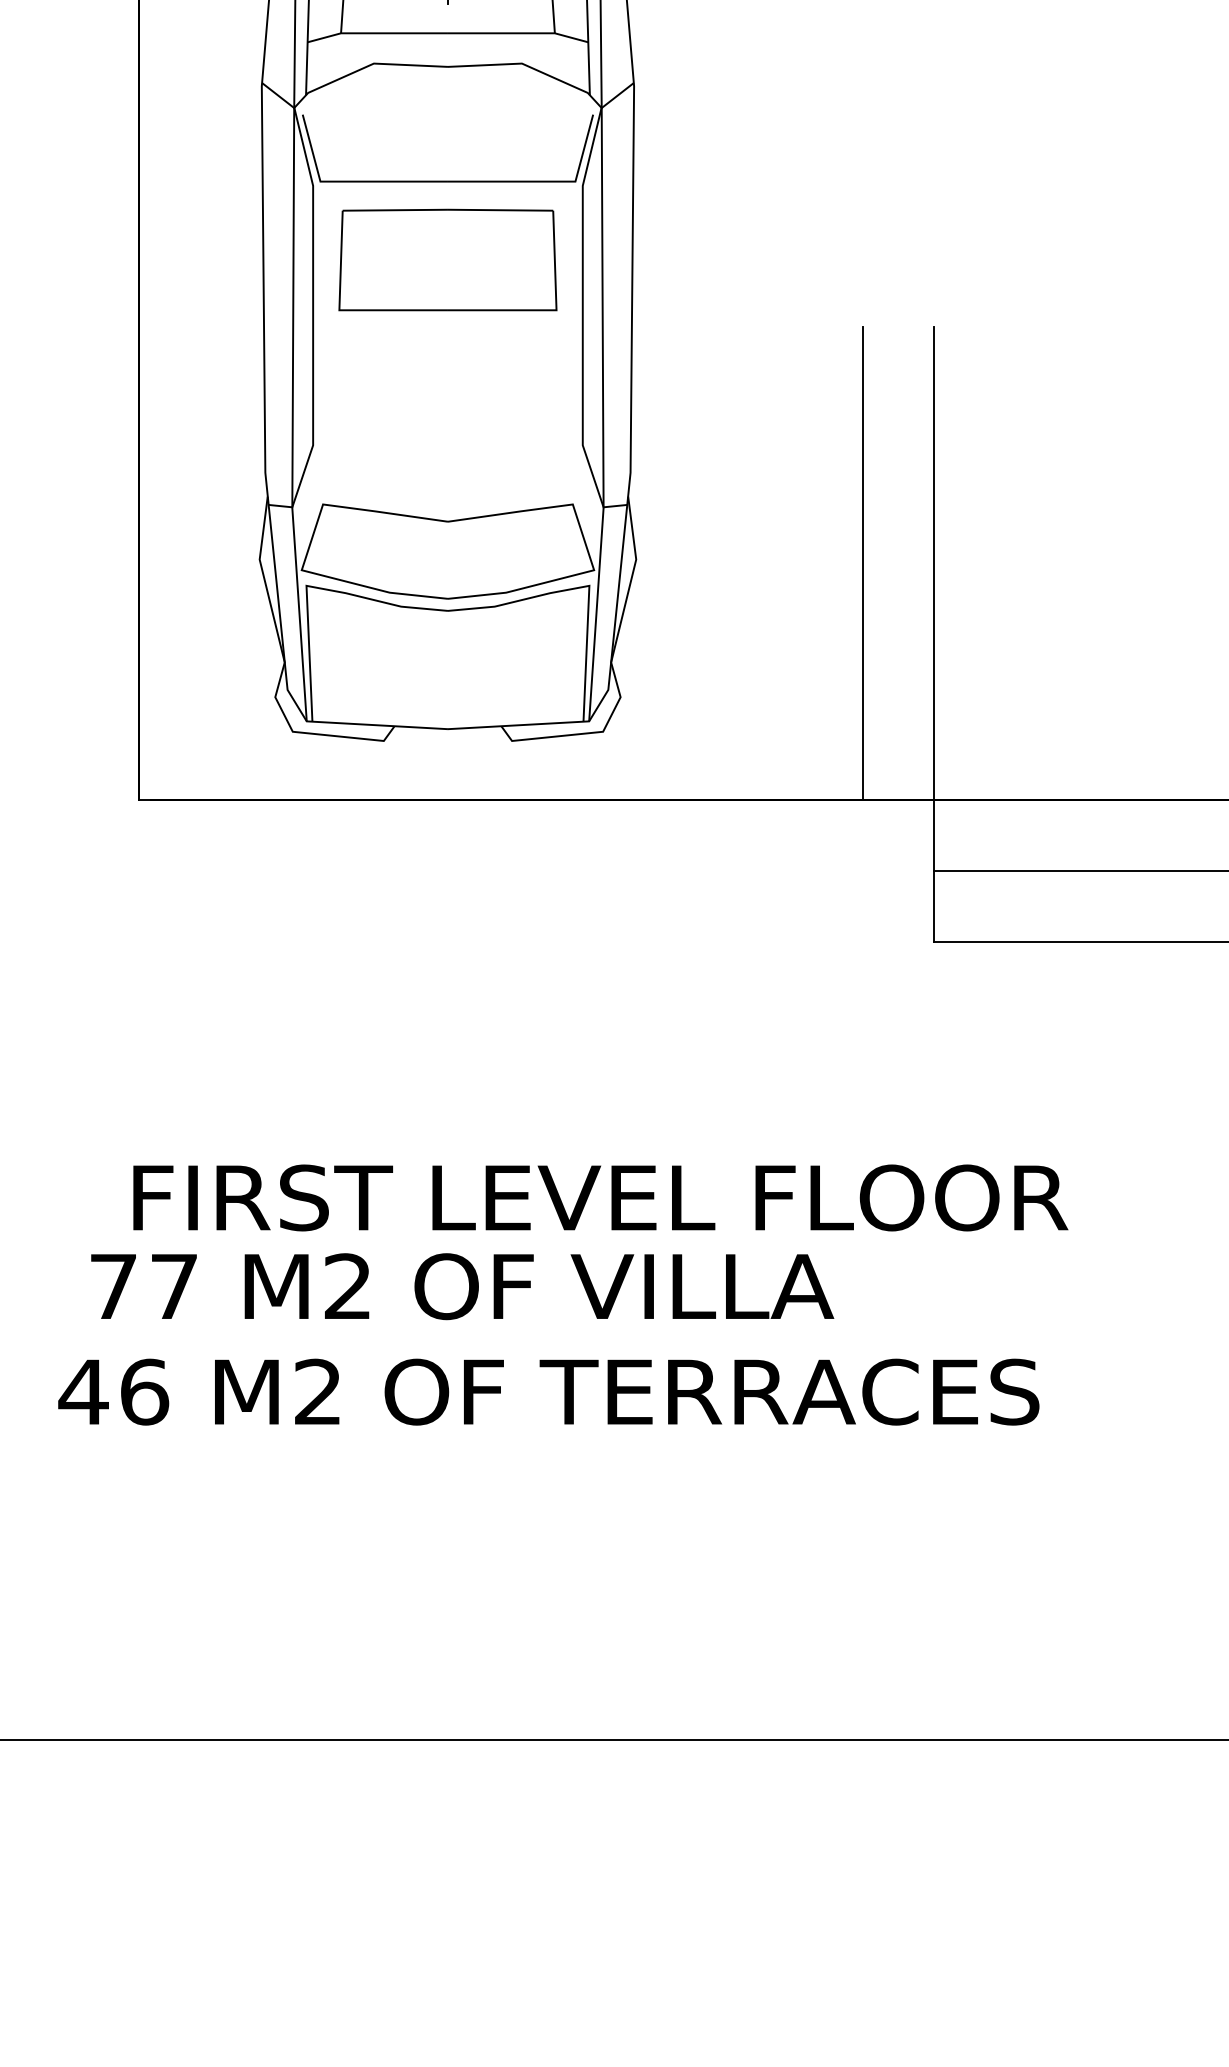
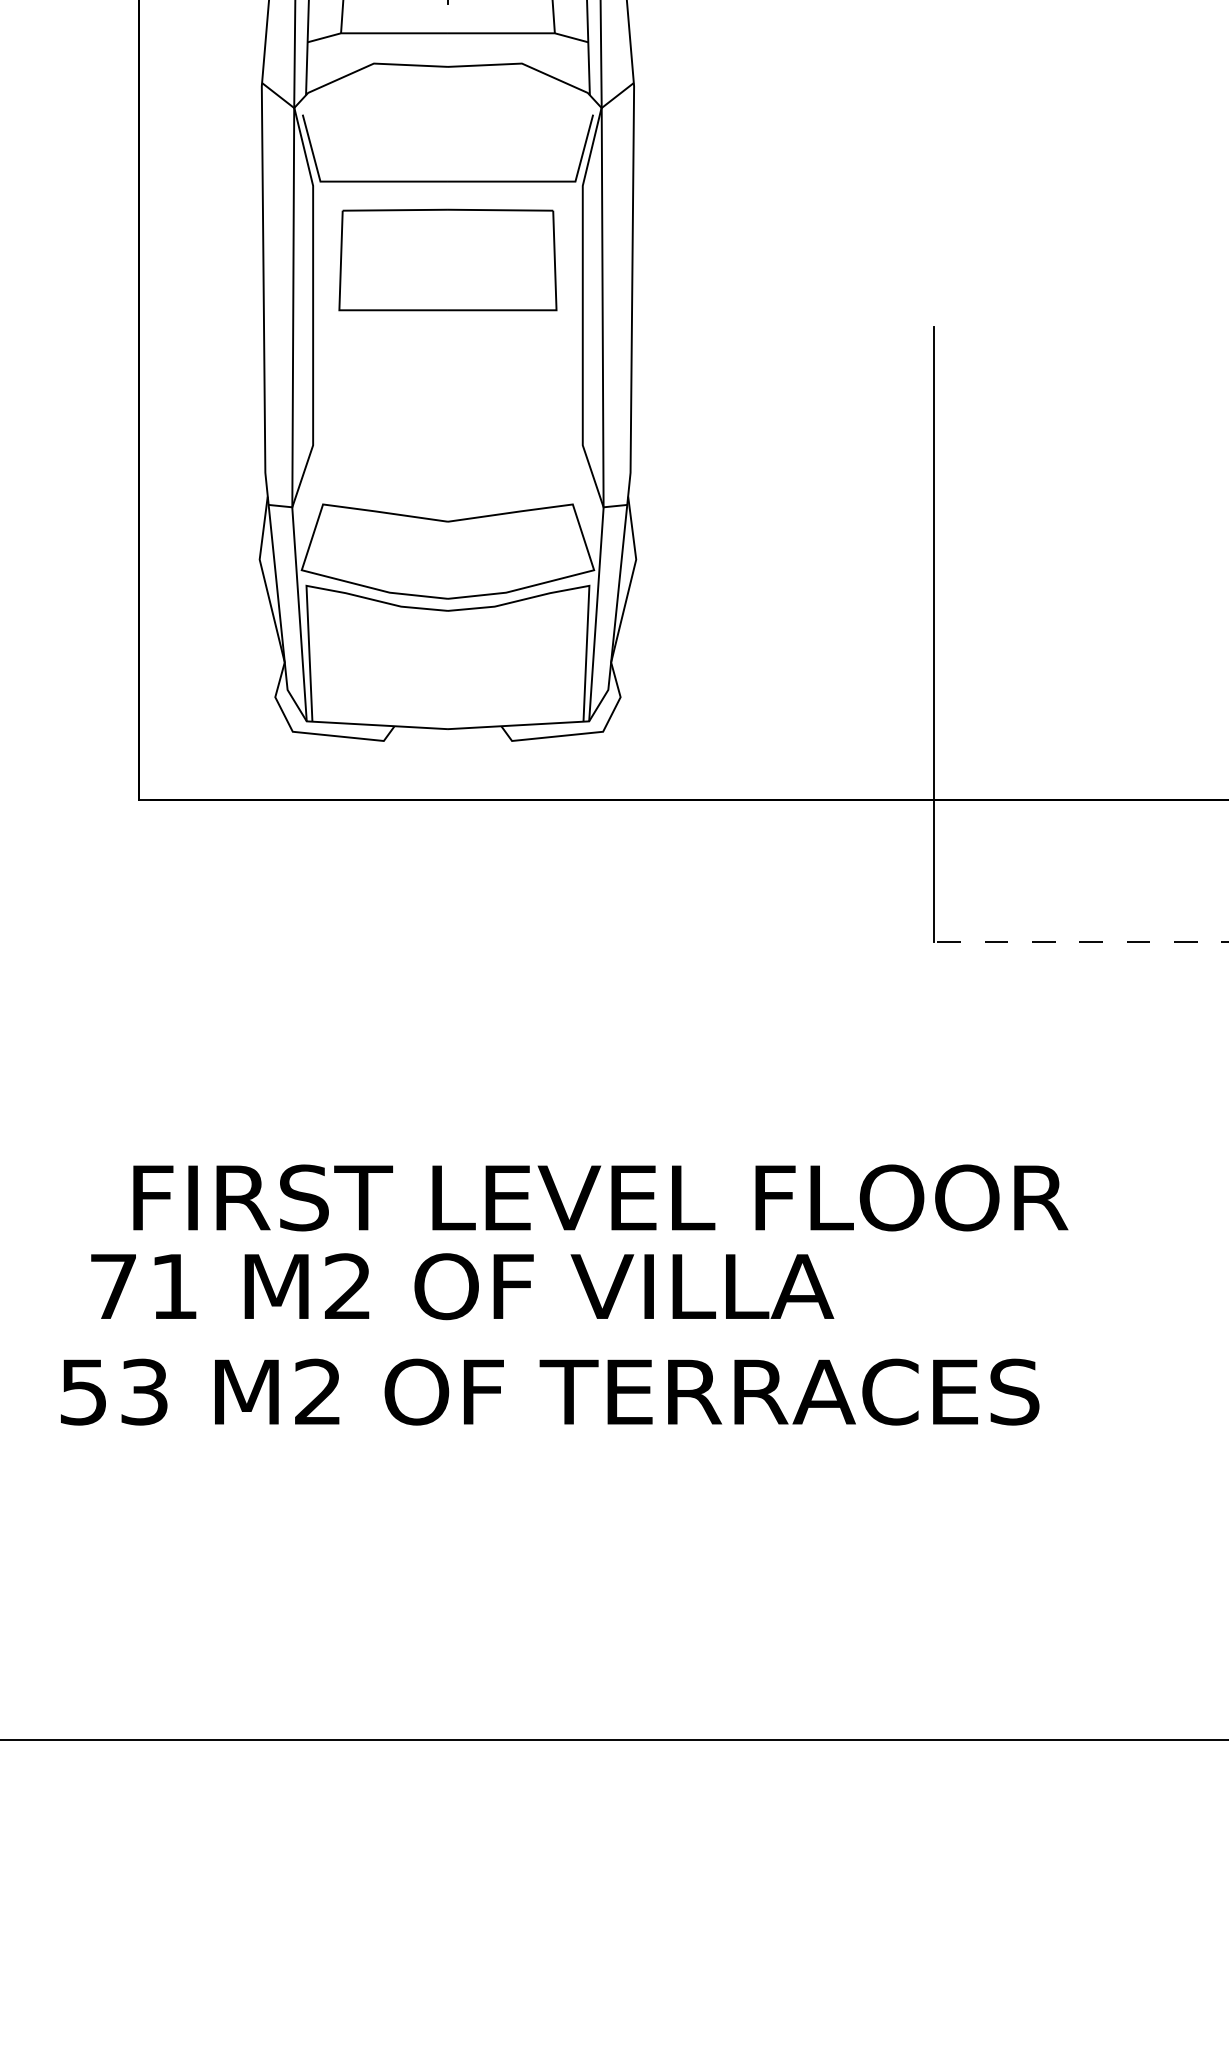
line at (862, 562): present -> none
line at (1079, 870): present -> none
line at (1080, 941): solid -> dashed
text at (174, 1286): 77 -> 71
text at (113, 1391): 46 -> 53
